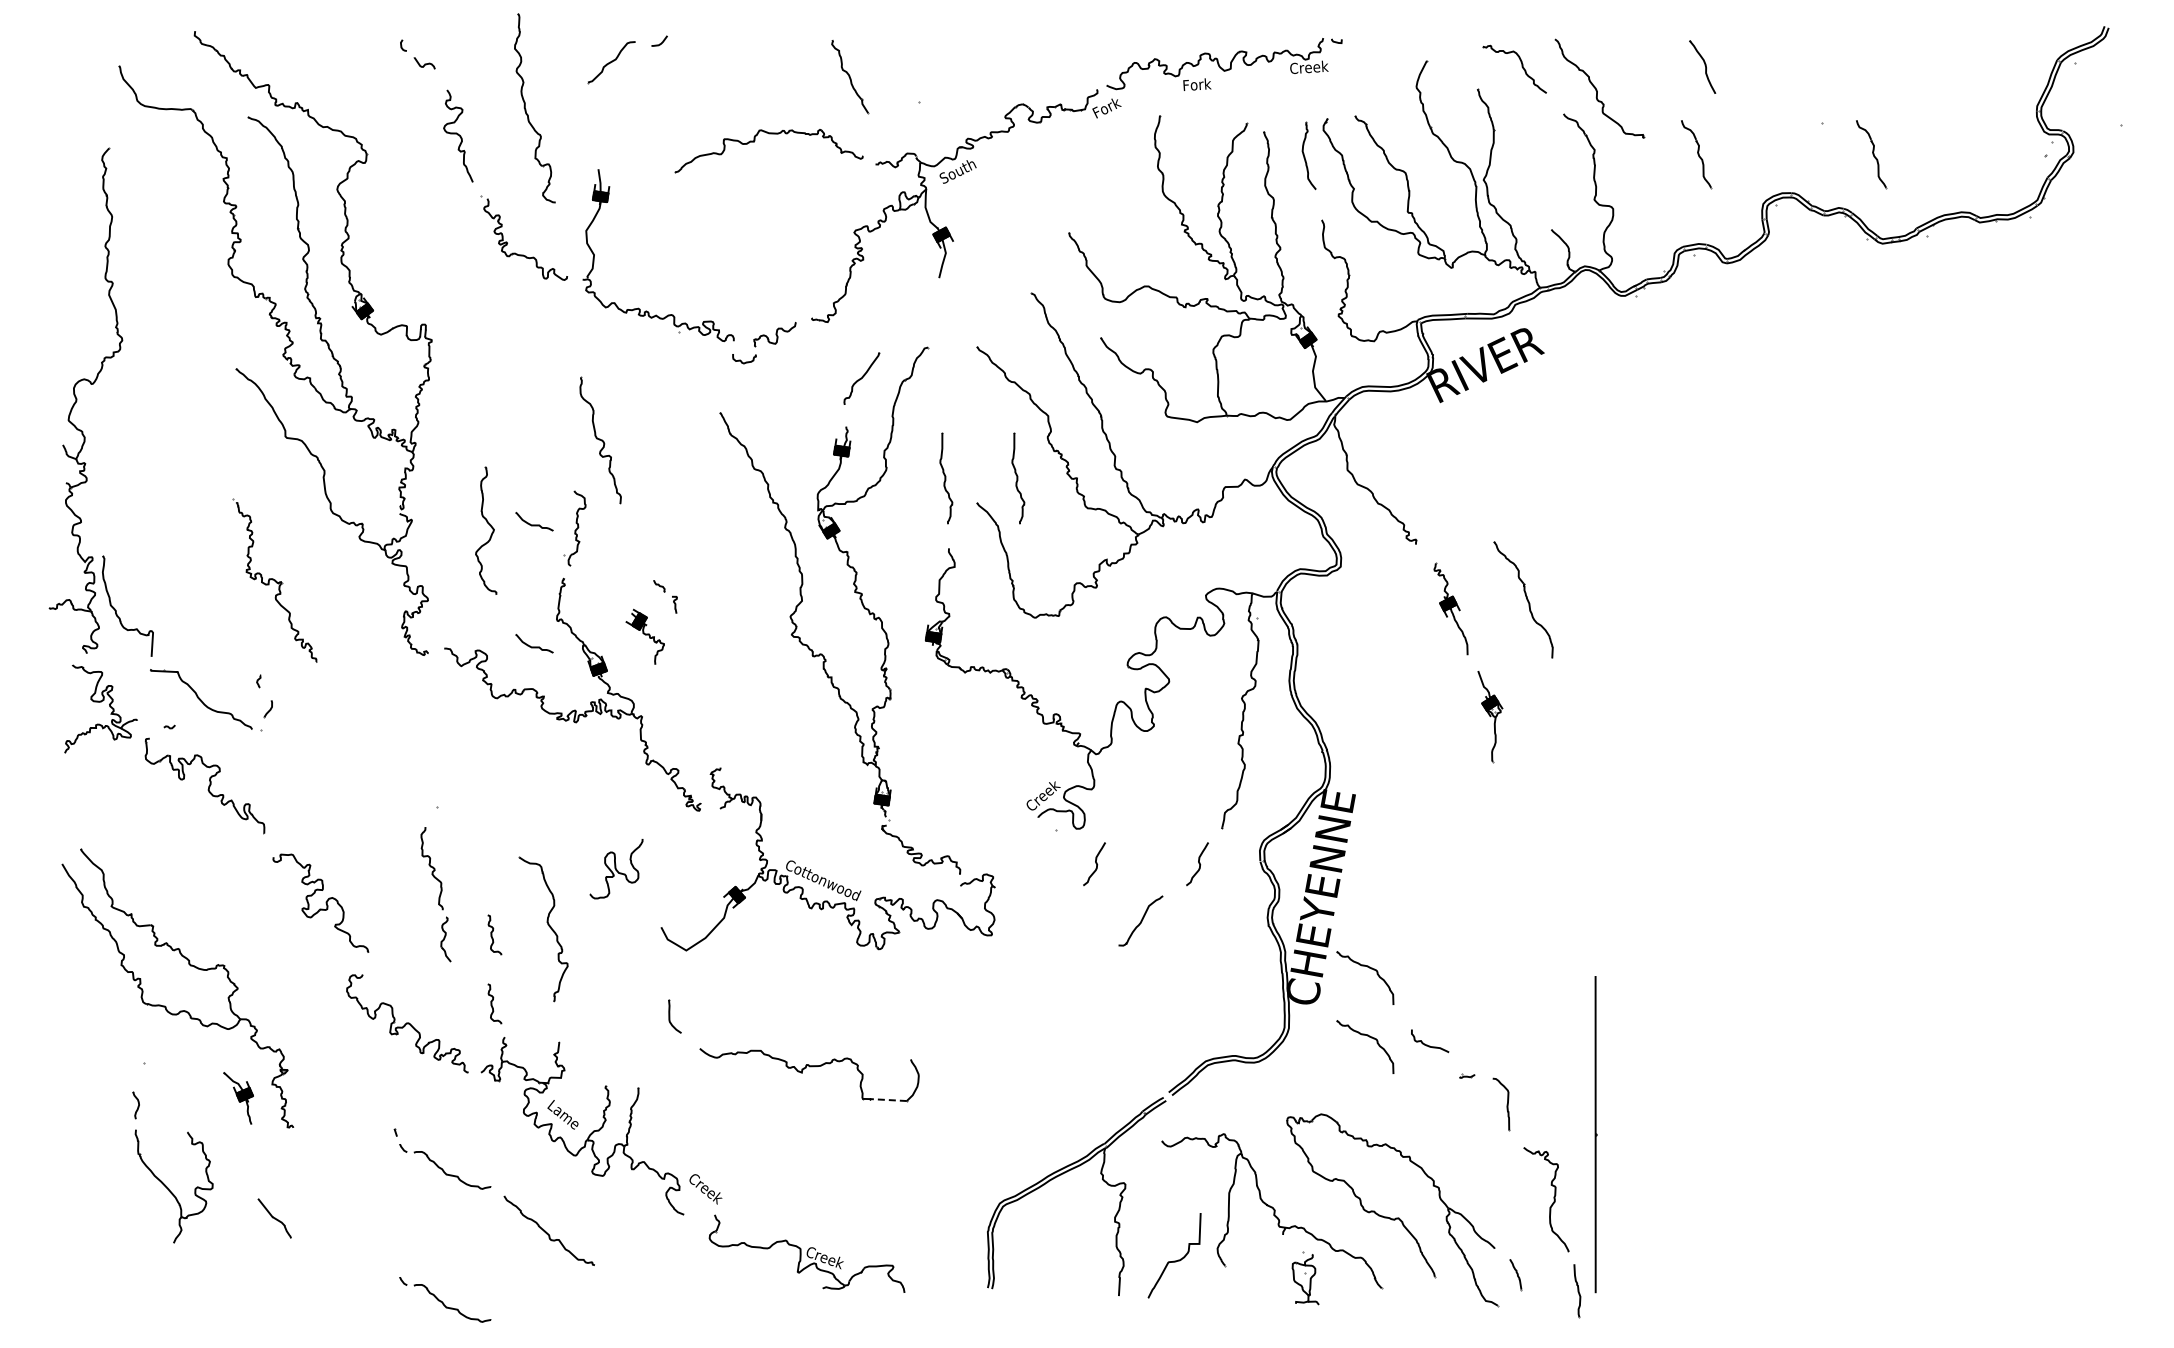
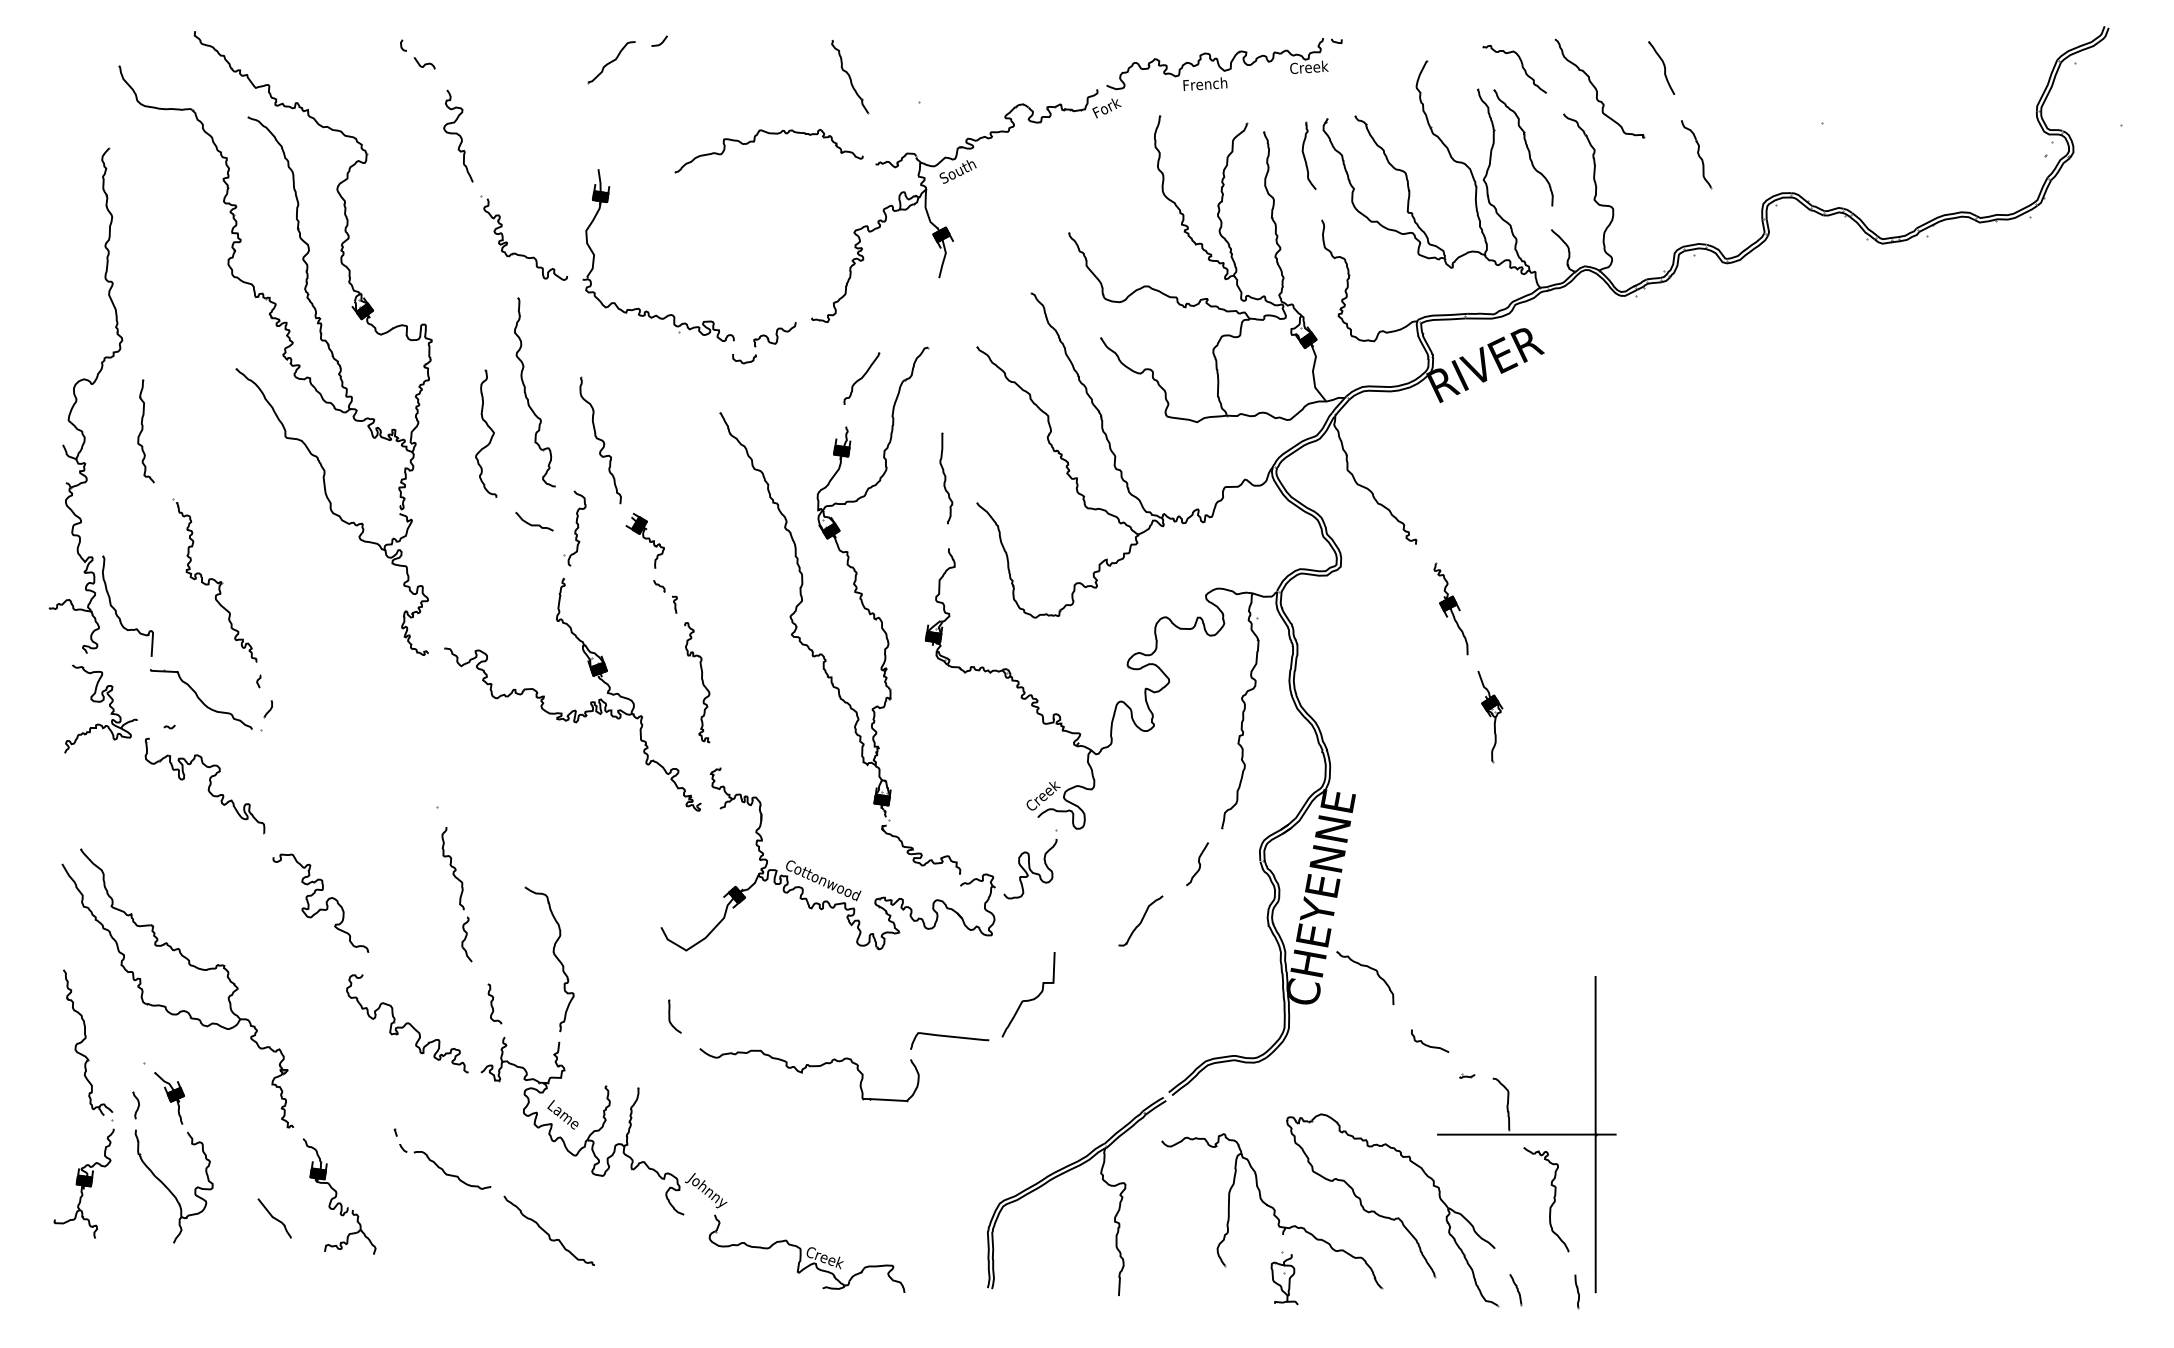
part at (1702, 66) position: (1702, 66) -> (1661, 67)
text at (1208, 83): Fork -> French
part at (526, 109) position: (526, 109) -> (526, 393)
part at (1871, 154): present -> none
part at (145, 431): none -> present
part at (1018, 478): present -> none
part at (486, 530) position: (486, 530) -> (486, 433)
part at (274, 580) position: (274, 580) -> (214, 580)
part at (1523, 599) position: (1523, 599) -> (1523, 147)
part at (644, 636) position: (644, 636) -> (644, 540)
curve at (534, 646): present -> none
part at (697, 682): none -> present
curve at (1095, 863): present -> none
curve at (616, 869) position: (616, 869) -> (1030, 869)
part at (435, 894) position: (435, 894) -> (456, 894)
part at (543, 929) position: (543, 929) -> (549, 959)
curve at (492, 934): present -> none
curve at (949, 1037): none -> present
part at (1369, 1037): present -> none
part at (238, 1098) position: (238, 1098) -> (169, 1098)
line at (887, 1100): dashed -> solid
part at (83, 1103): none -> present
line at (1526, 1134): none -> present
text at (705, 1190): Creek -> Johnny
part at (339, 1196): none -> present
curve at (1174, 1260) position: (1174, 1260) -> (1028, 999)
part at (1515, 1275) position: (1515, 1275) -> (1515, 1290)
part at (1305, 1278) position: (1305, 1278) -> (1284, 1278)
part at (1577, 1291) size: 9x55 px -> 6x36 px
part at (445, 1299): present -> none
